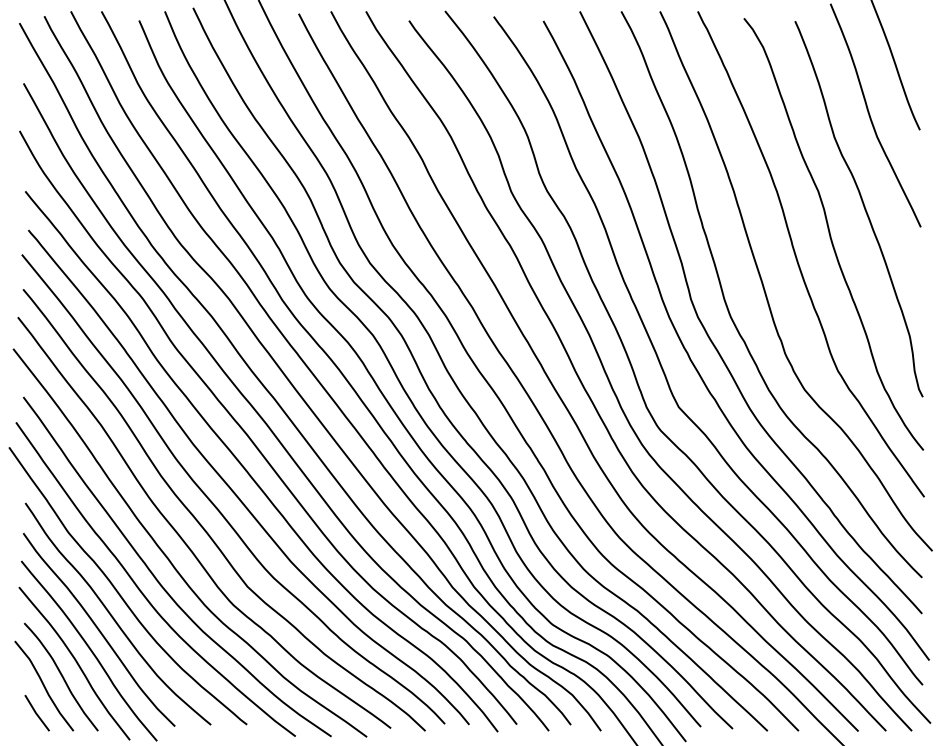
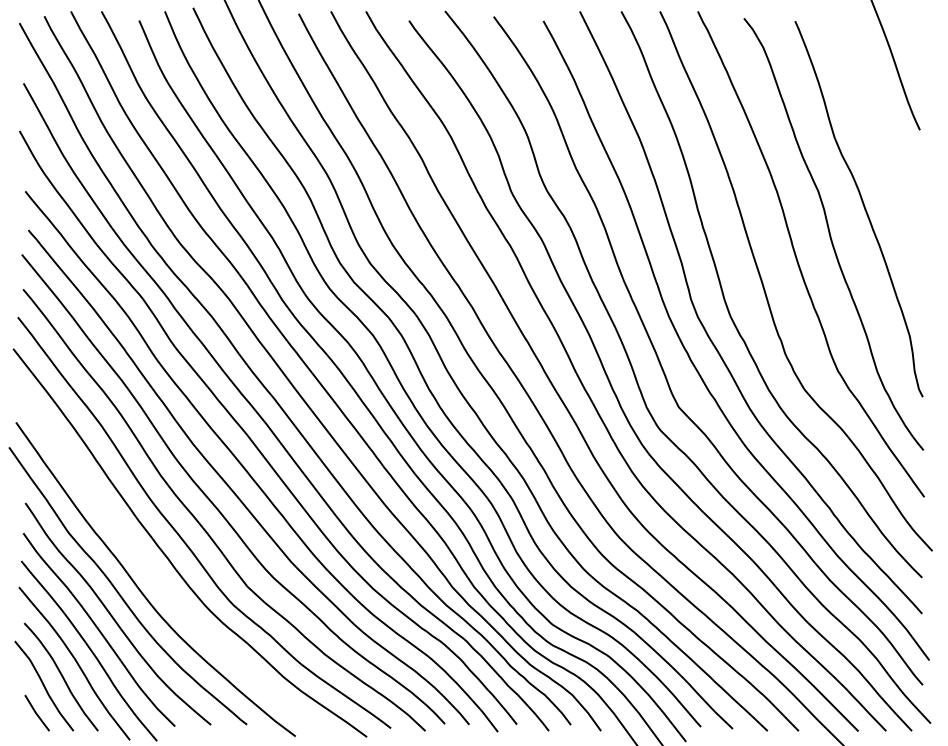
curve at (871, 117): present -> none
curve at (159, 581): present -> none
